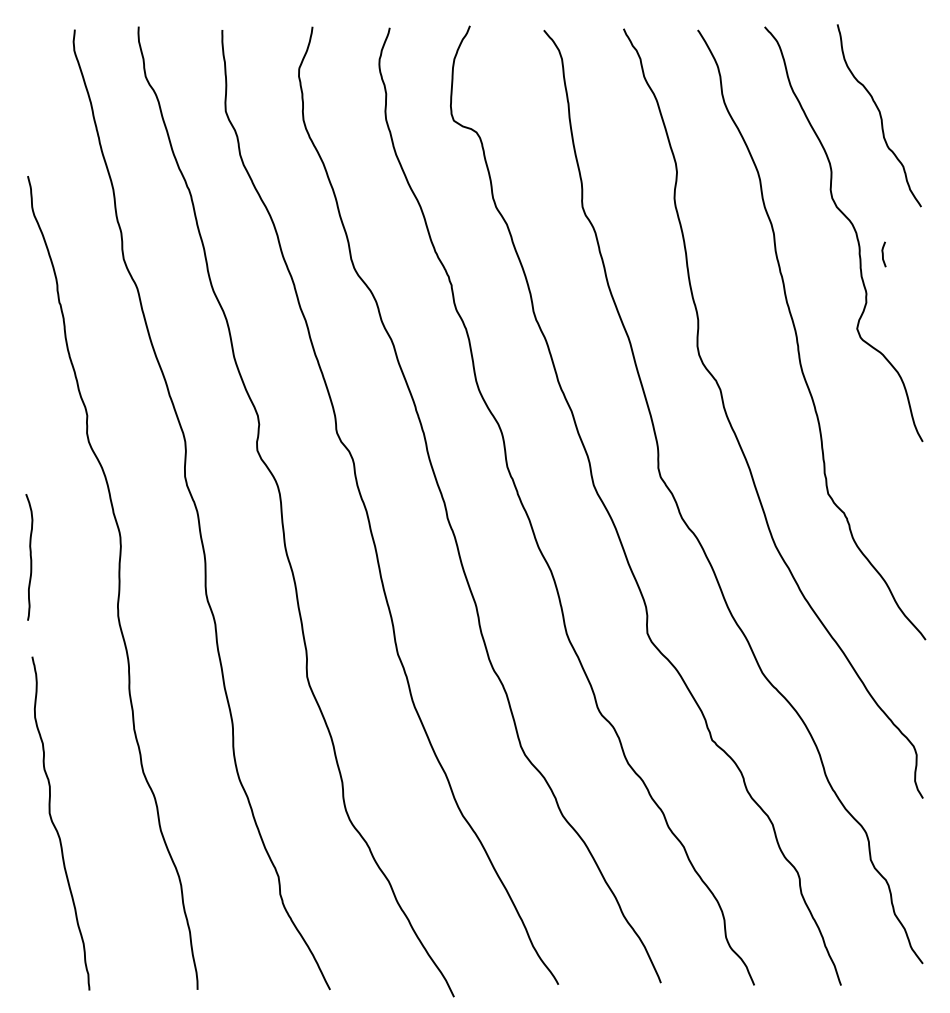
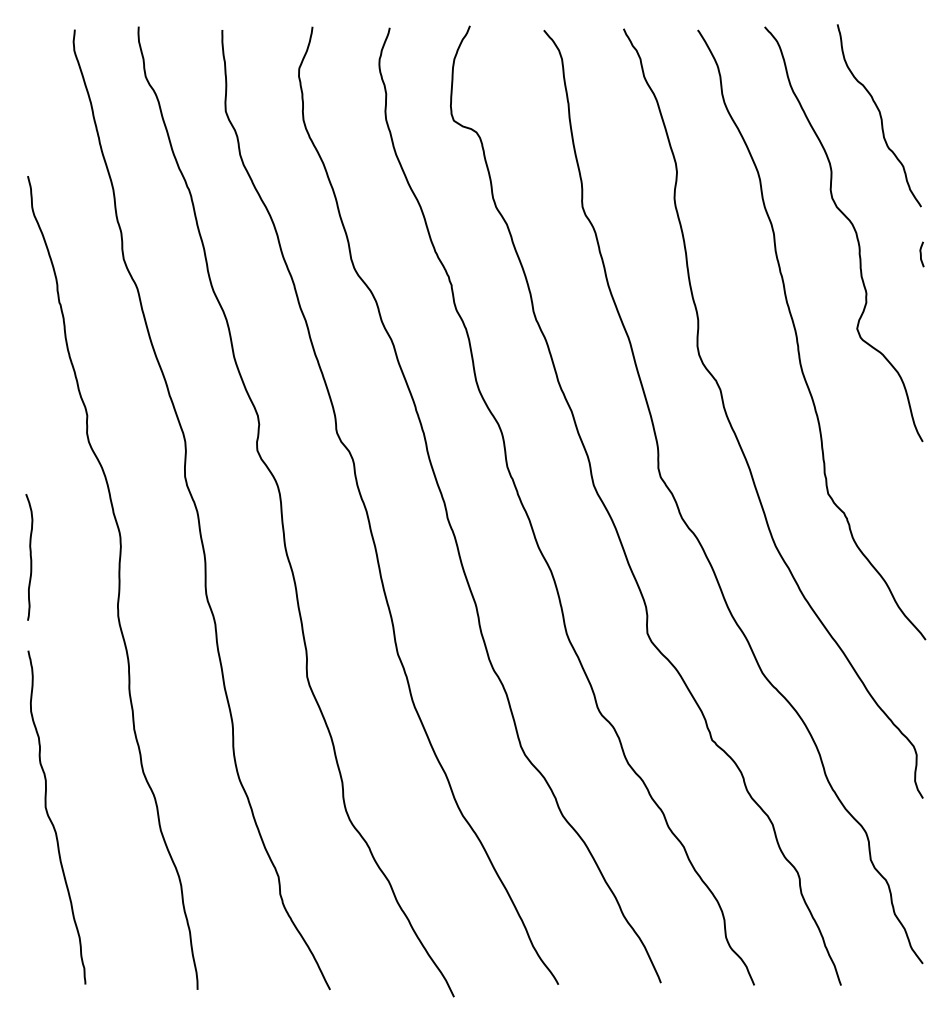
curve at (883, 254) position: (883, 254) -> (921, 254)
curve at (55, 825) position: (55, 825) -> (51, 819)
